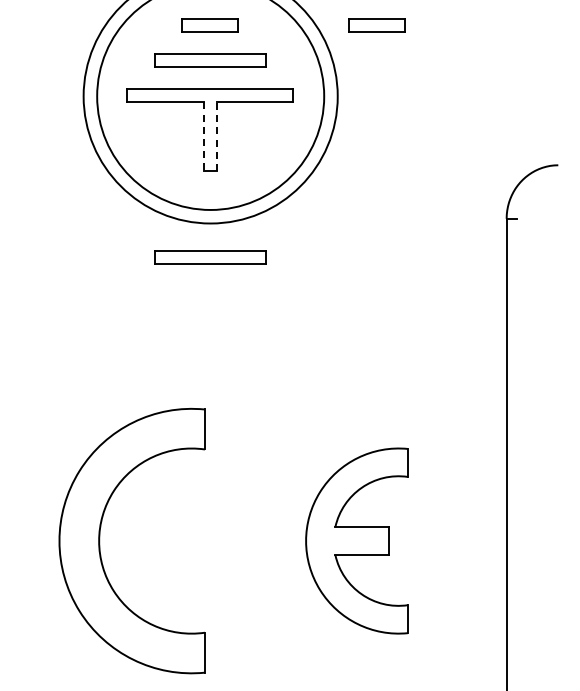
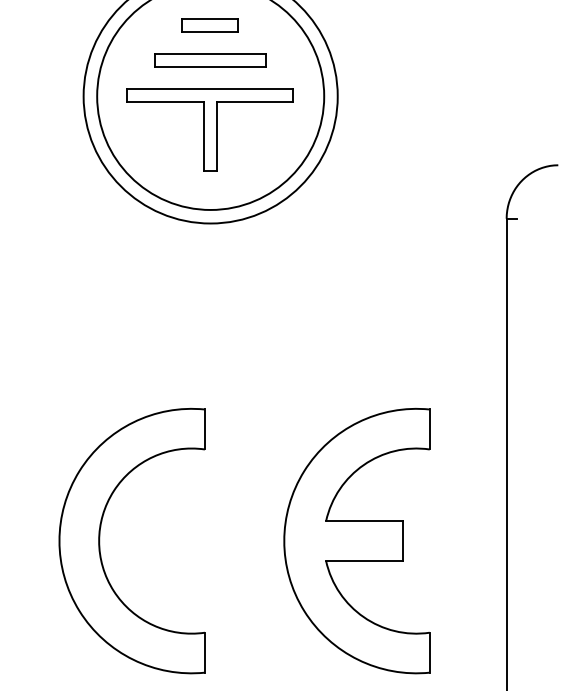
part at (376, 25): present -> none
line at (217, 136): dashed -> solid
line at (203, 137): dashed -> solid
part at (210, 257): present -> none
part at (356, 540) size: 104x188 px -> 148x268 px
